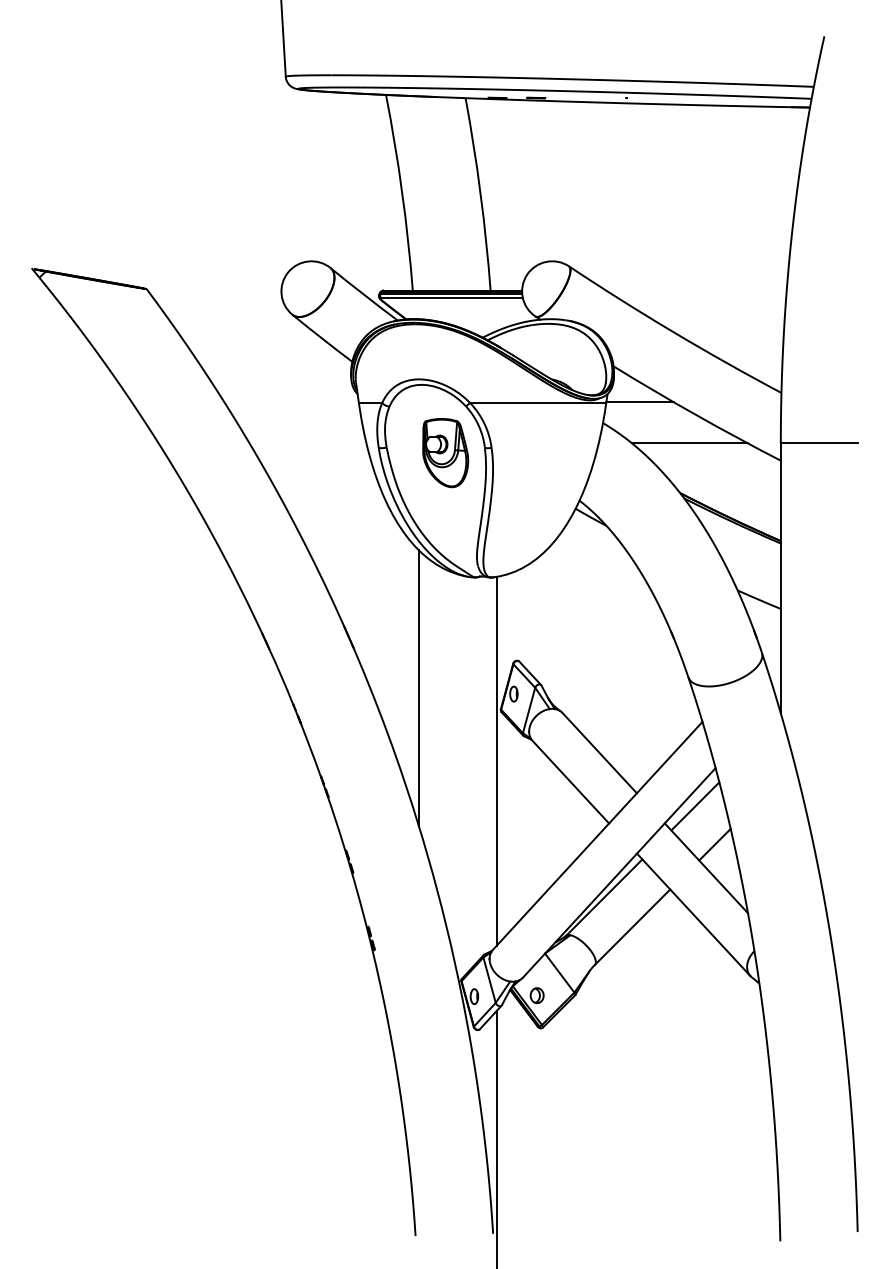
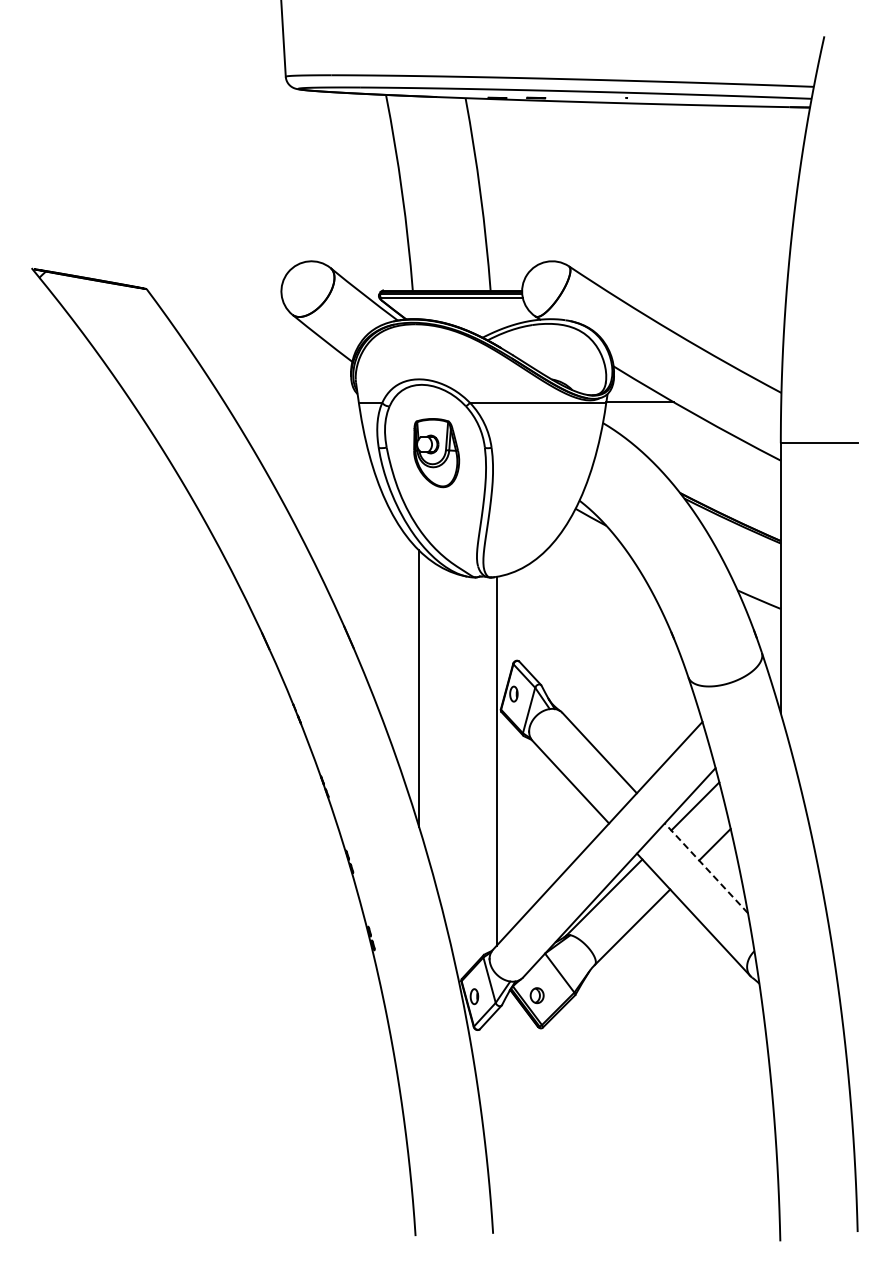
line at (689, 443): present -> none
part at (445, 453) position: (445, 453) -> (436, 453)
line at (706, 867): solid -> dashed
line at (496, 1138): present -> none
